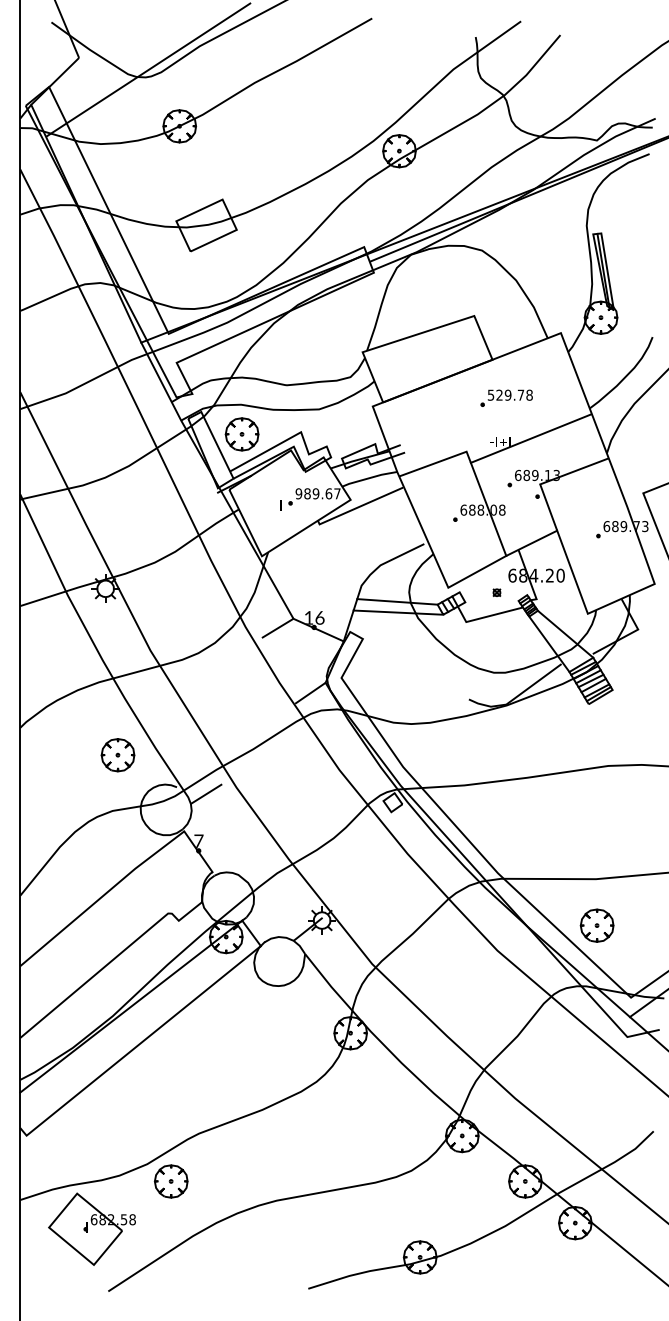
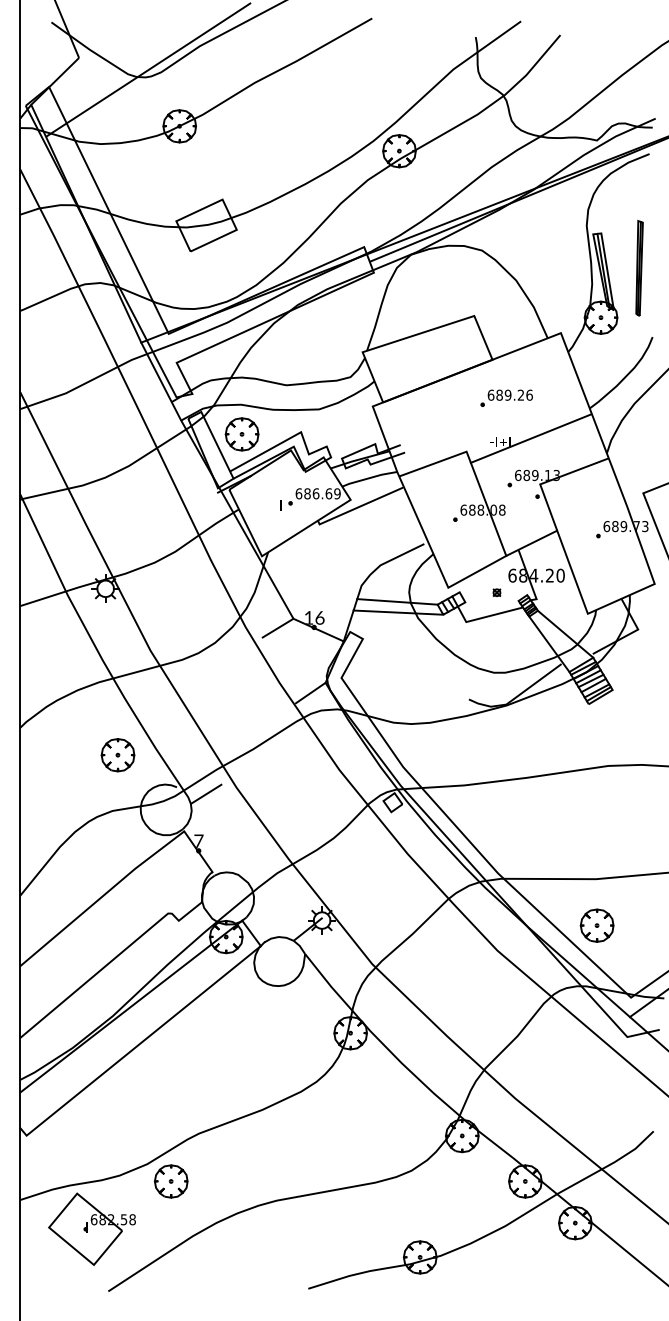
part at (639, 267): none -> present
text at (509, 394): 529.78 -> 689.26
text at (317, 493): 989.67 -> 686.69
